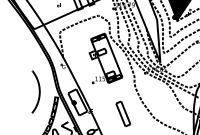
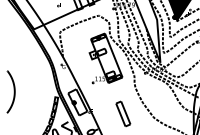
part at (35, 91) position: (35, 91) -> (10, 91)
